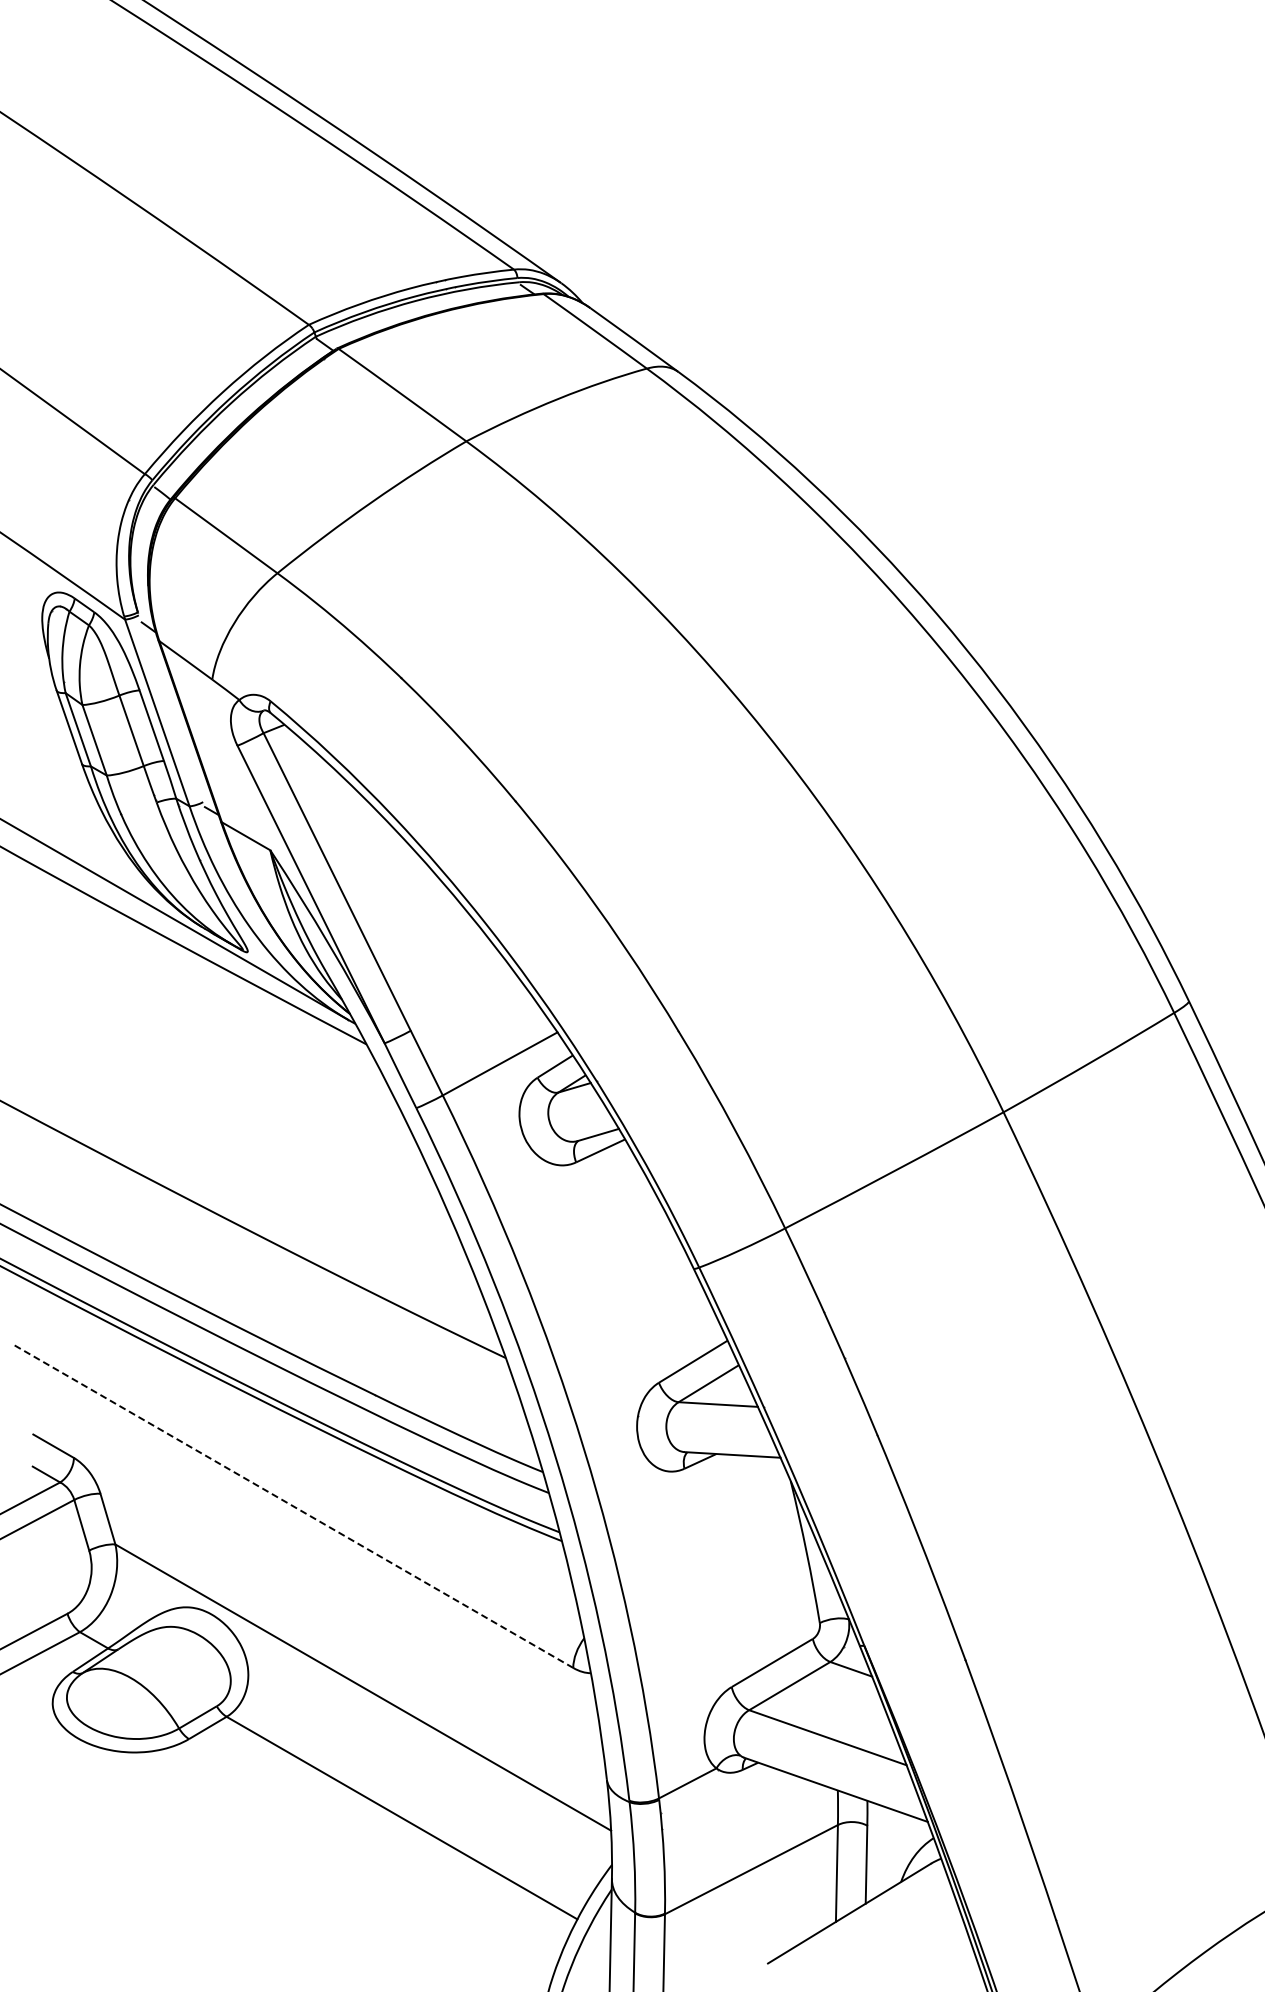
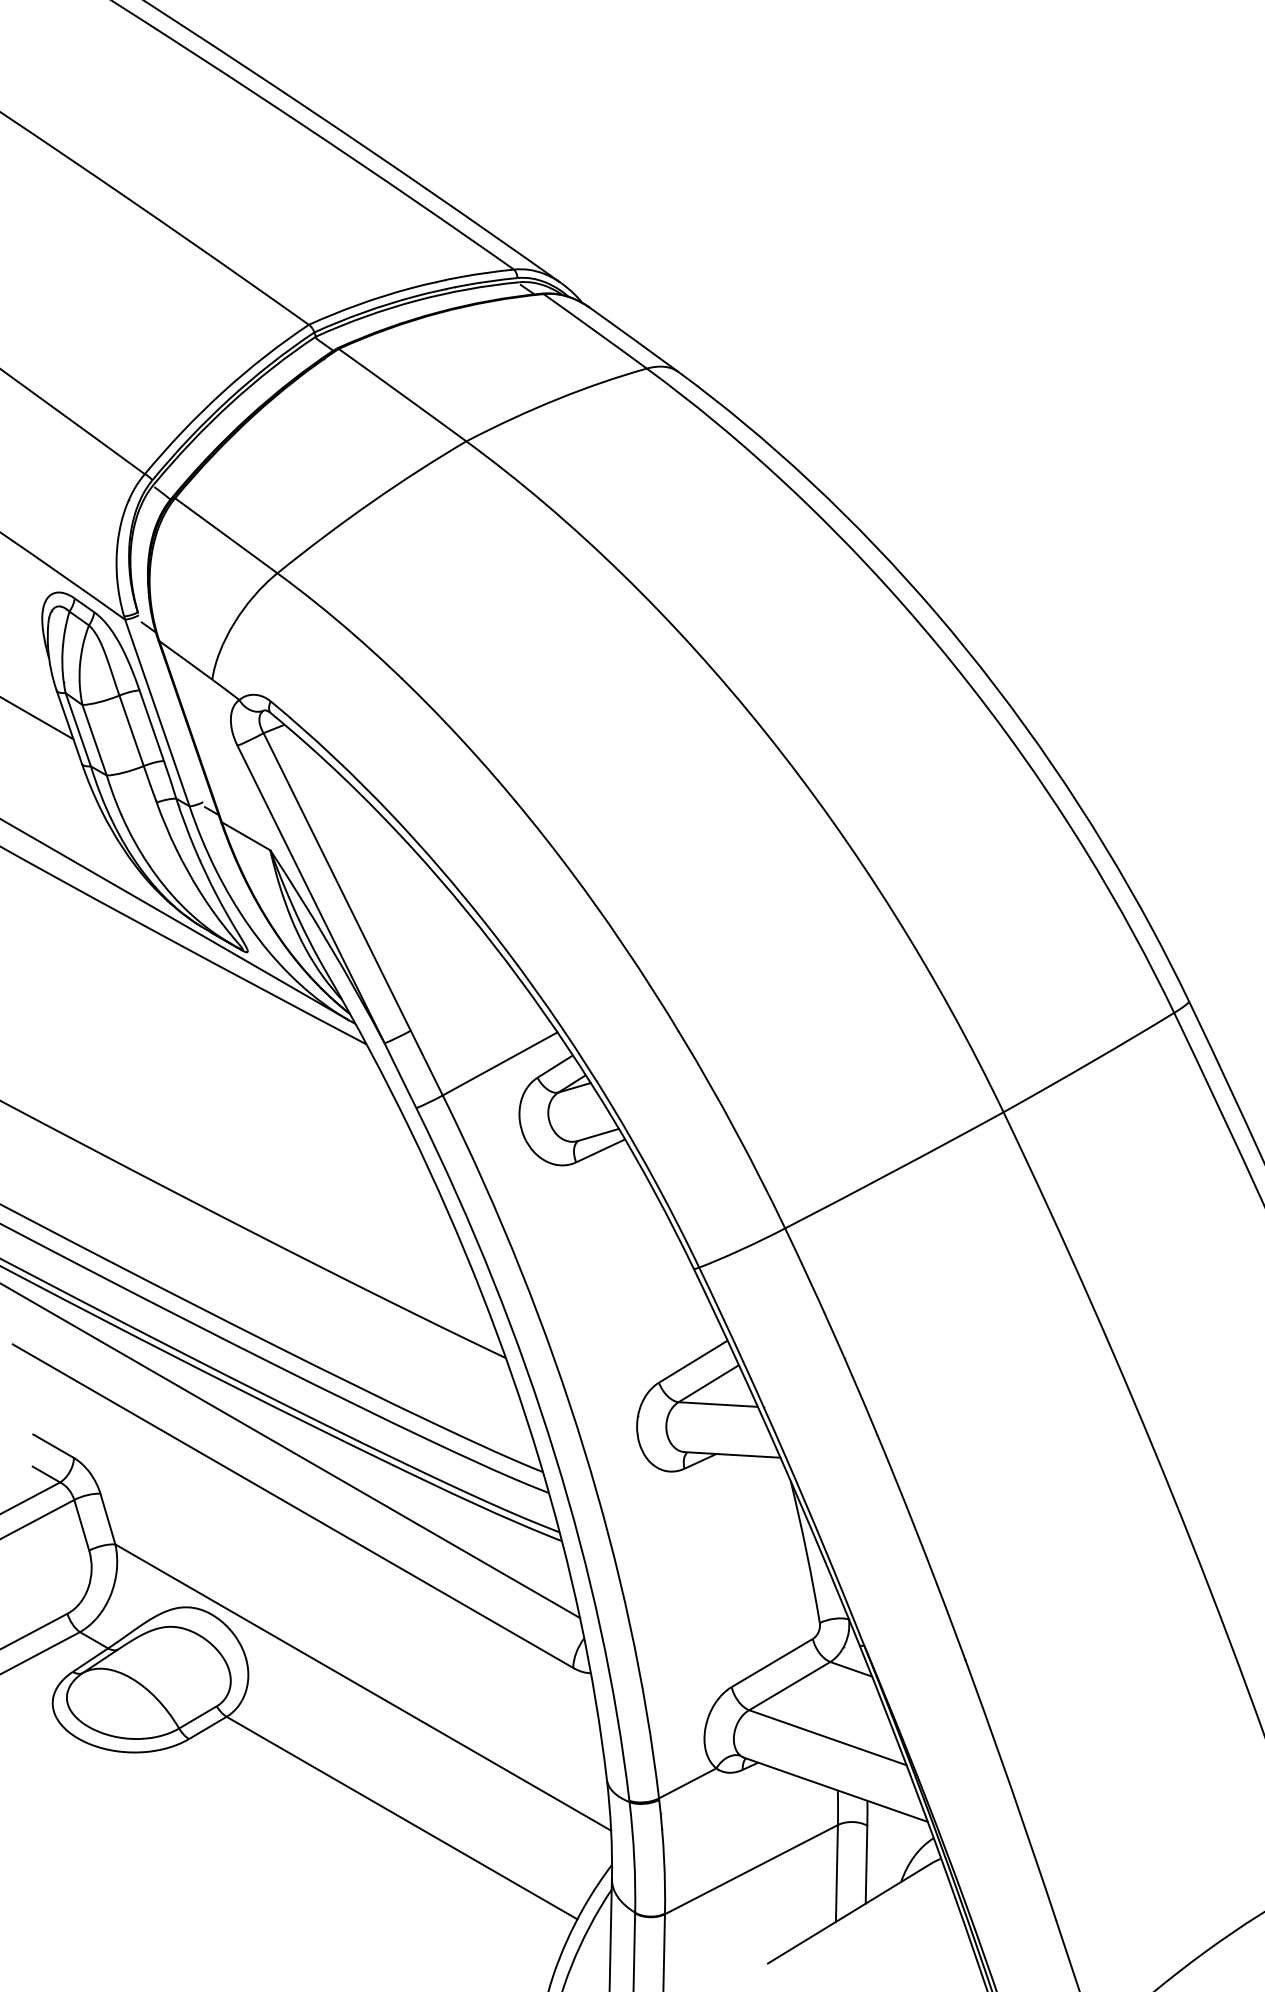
line at (37, 718): none -> present
line at (291, 1451): none -> present
line at (293, 1506): dashed -> solid
